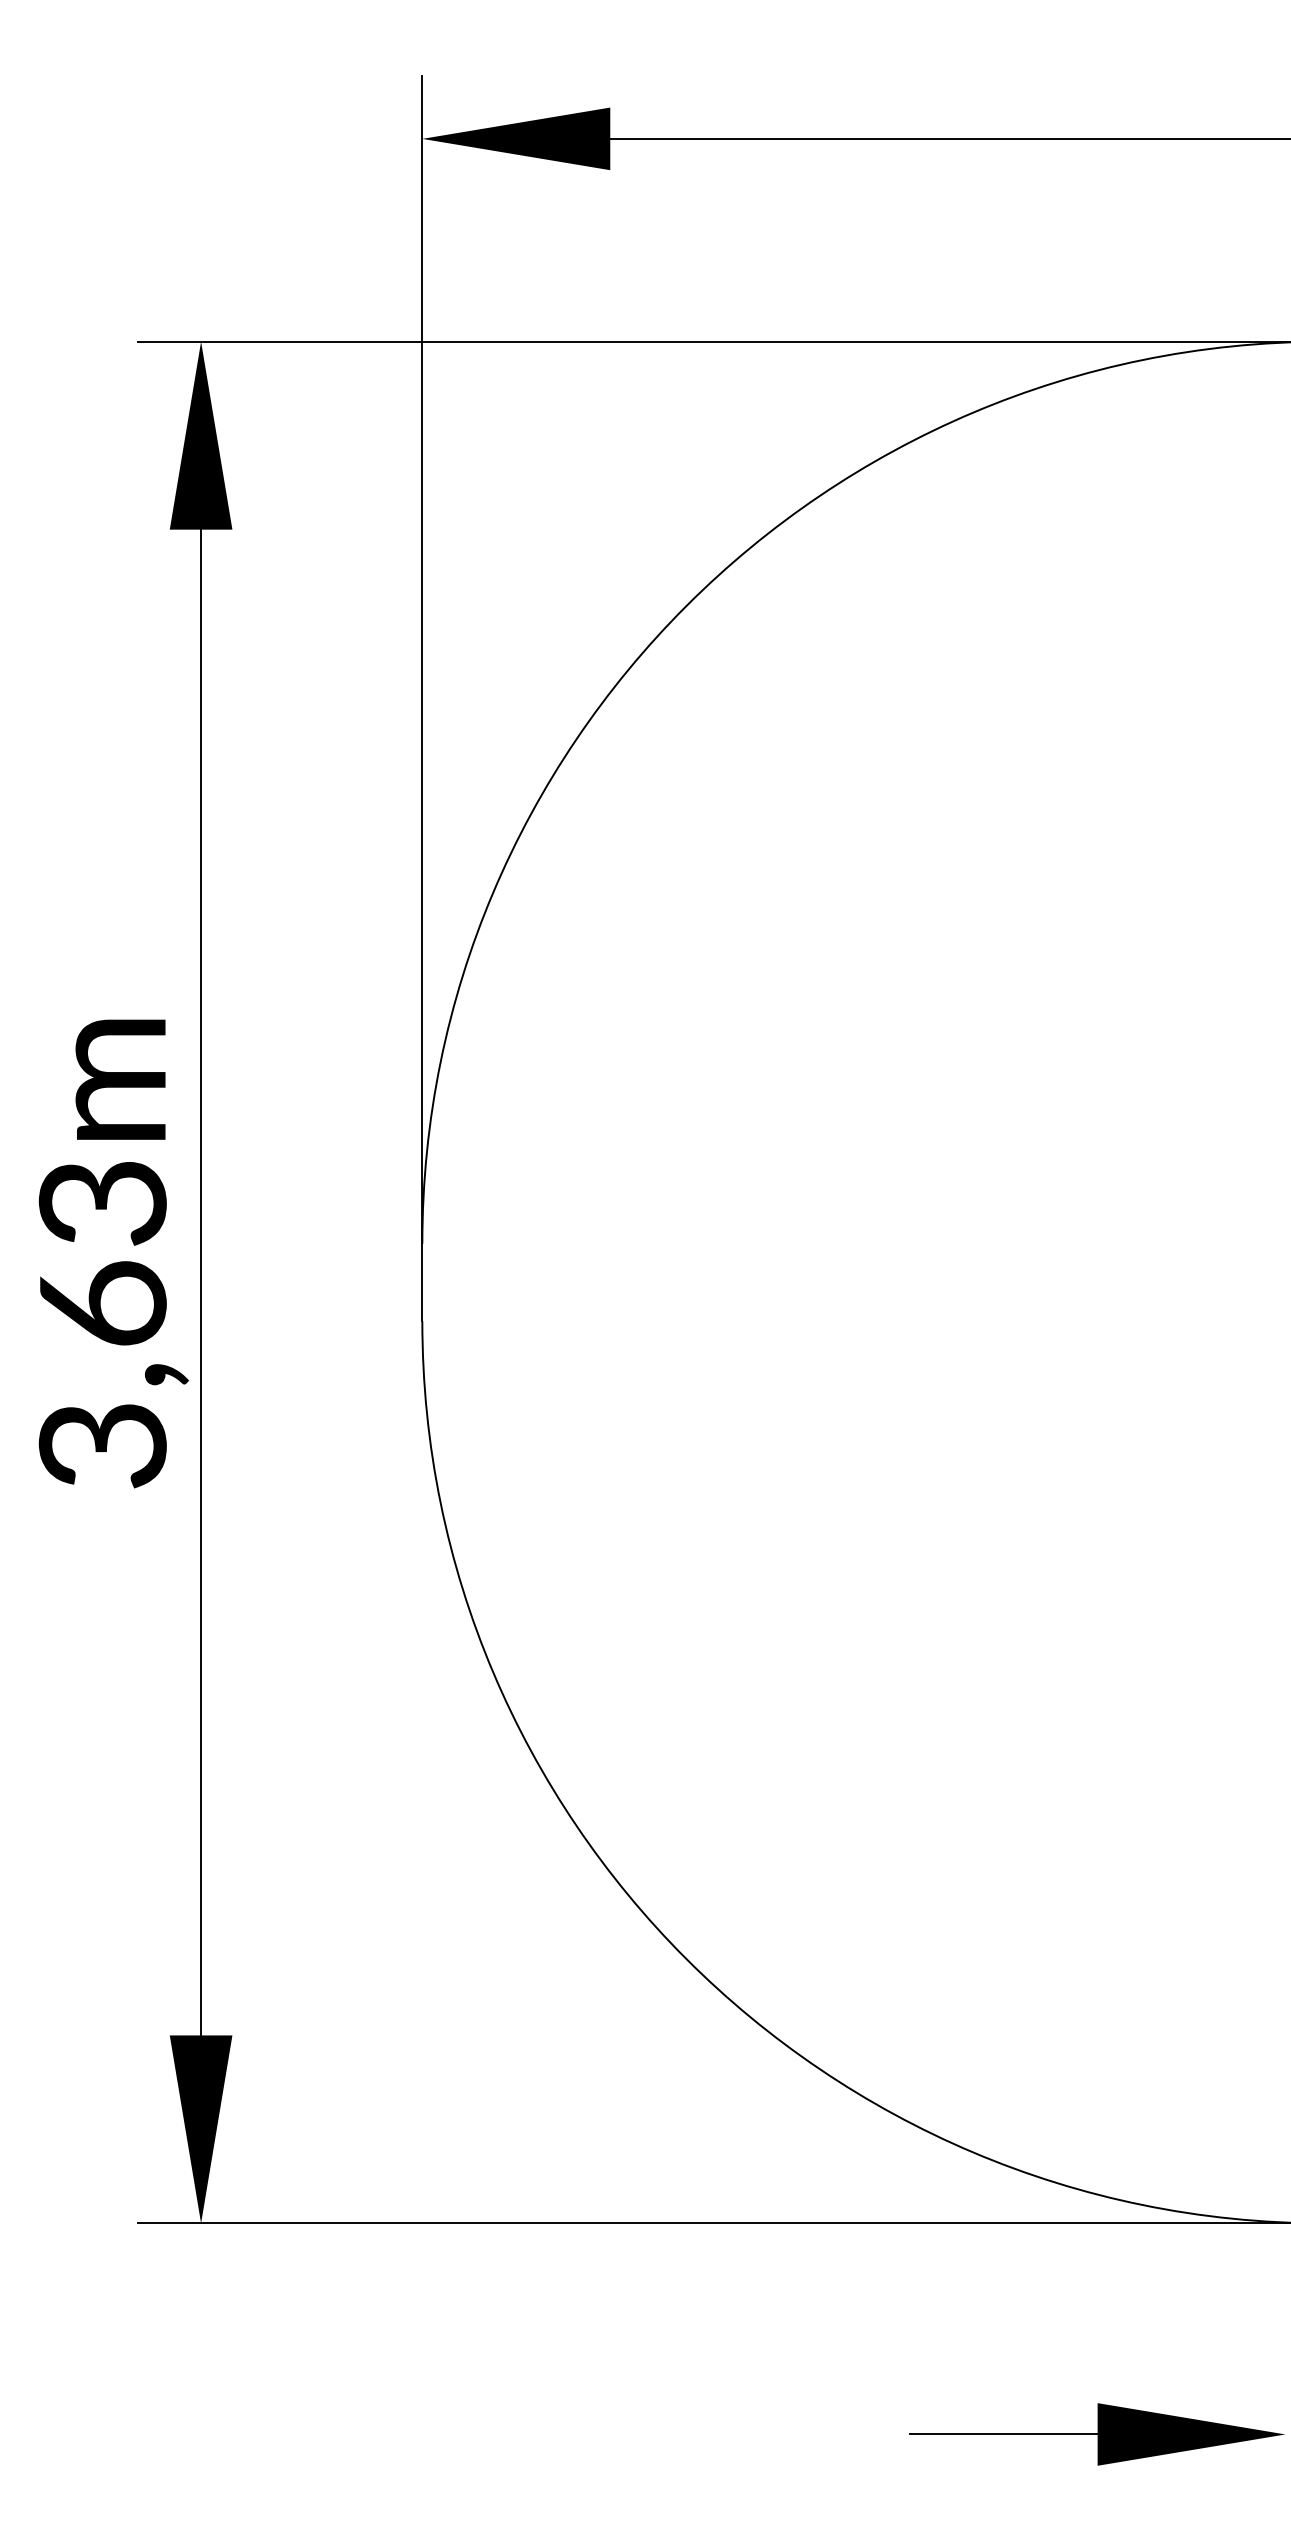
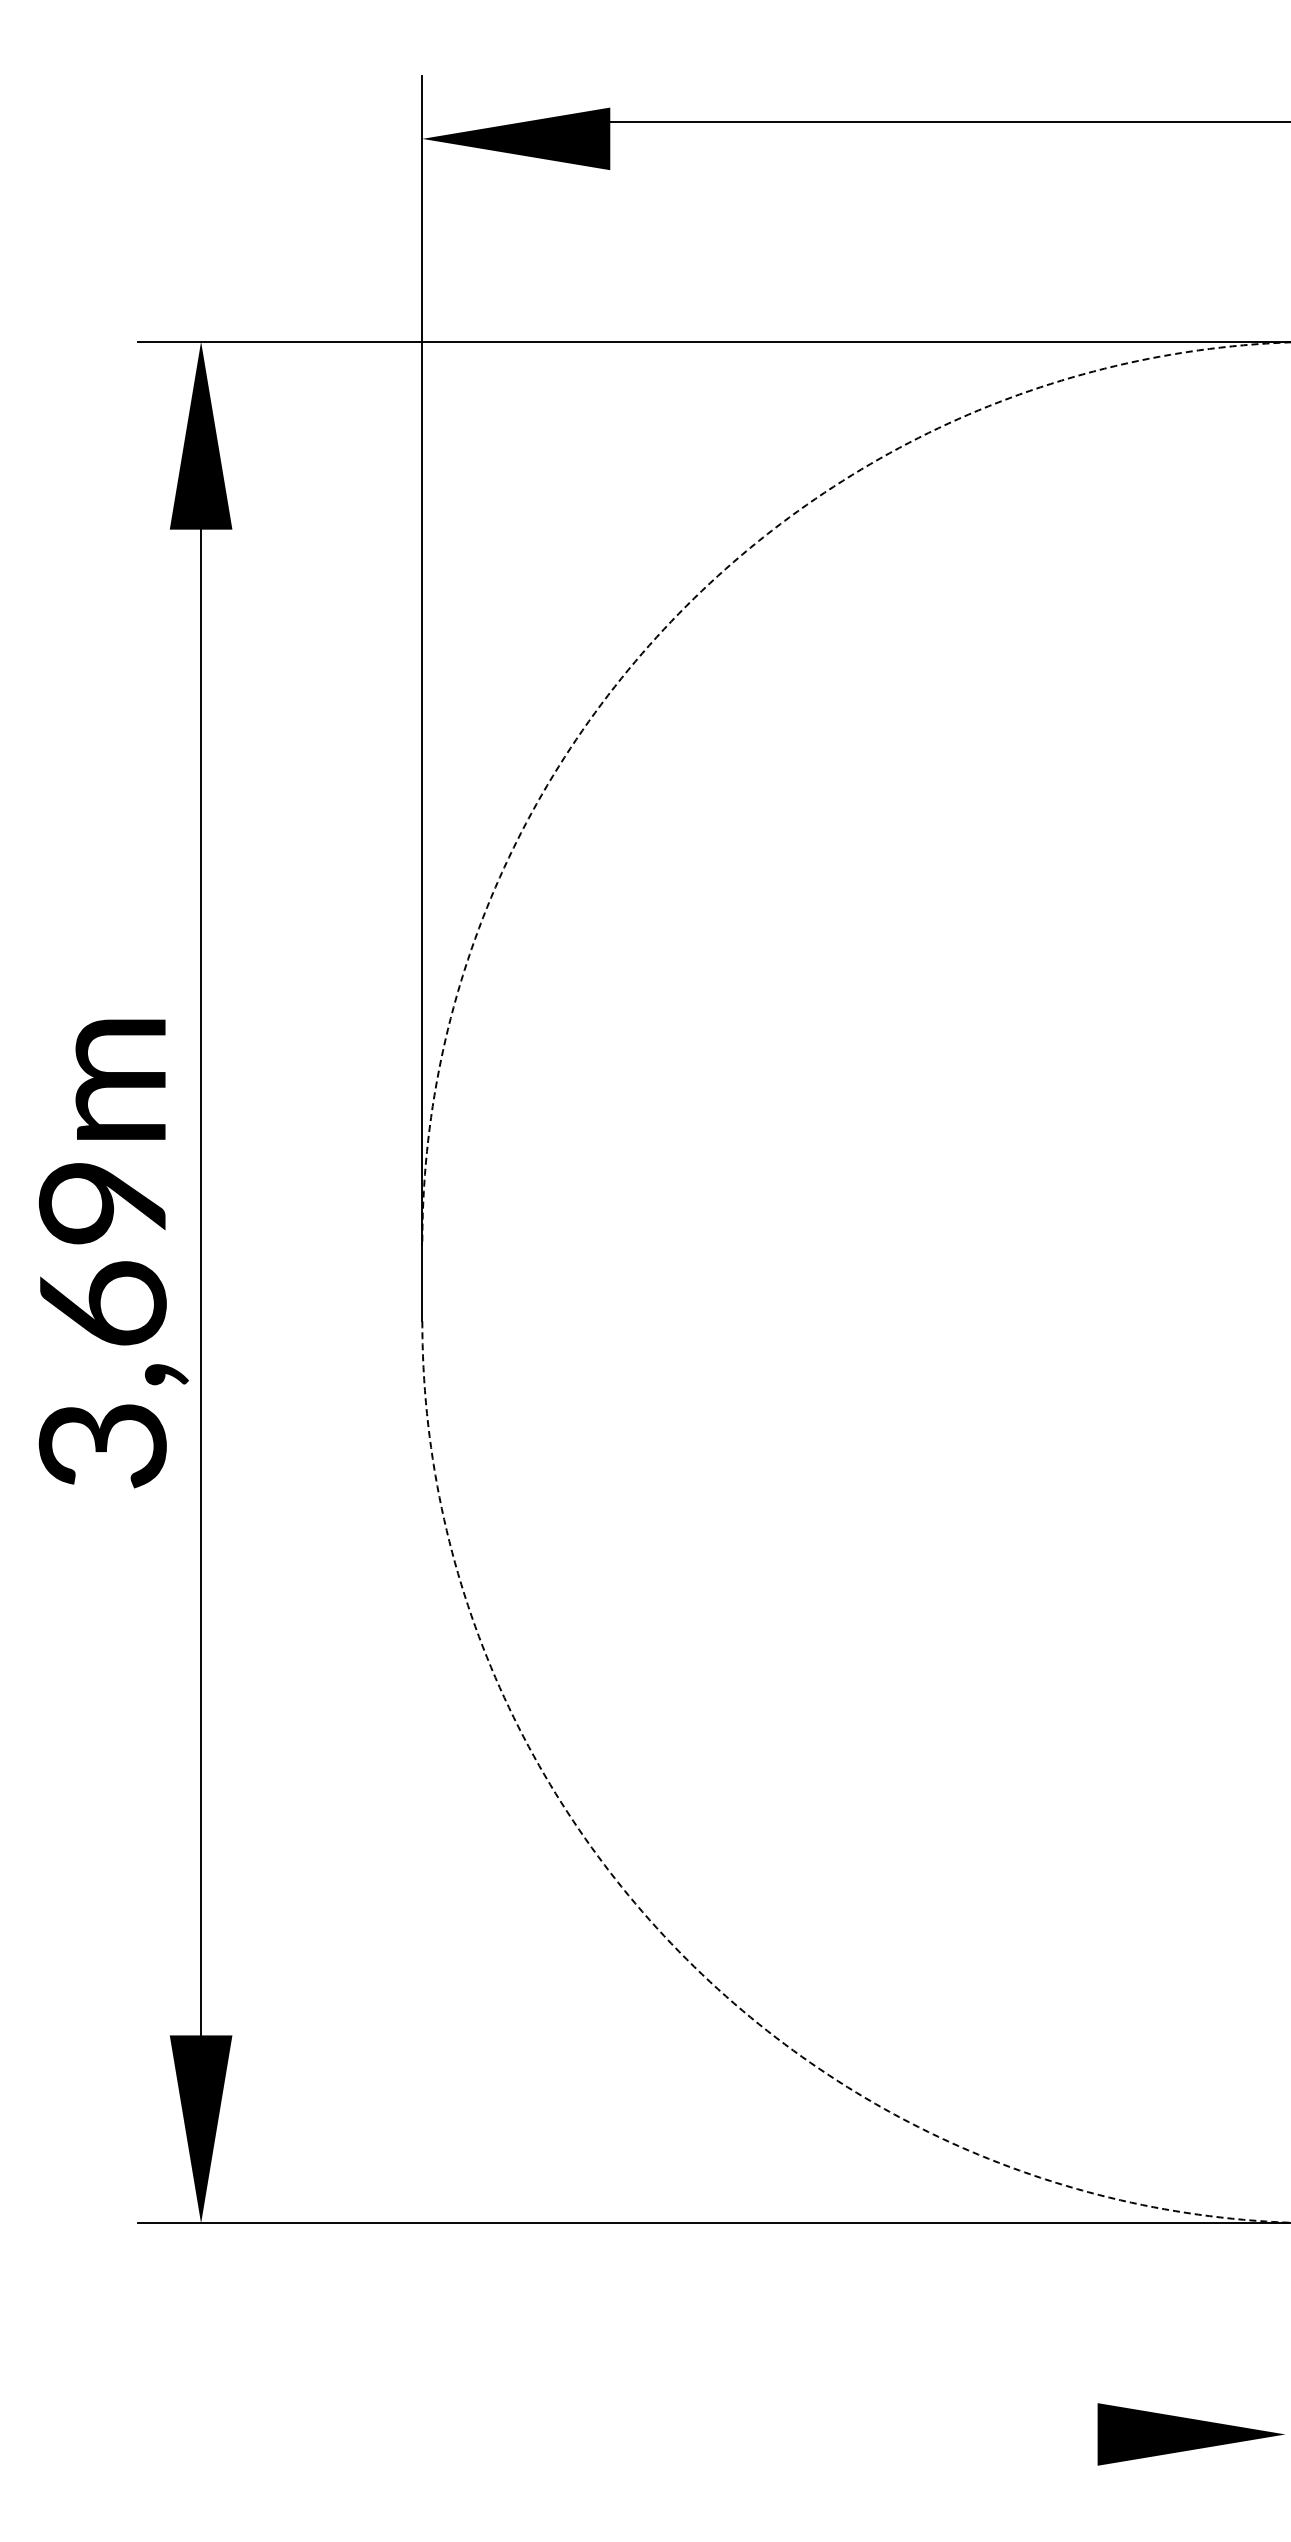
line at (948, 138) position: (948, 138) -> (948, 121)
arc at (674, 618): solid -> dashed
text at (102, 1203): 3,63m -> 3,69m
arc at (674, 1947): solid -> dashed
line at (1003, 2434): present -> none
